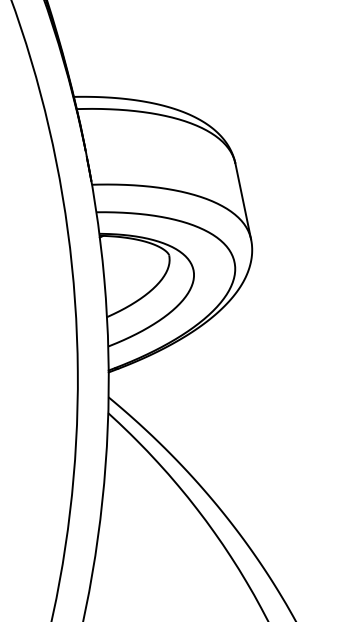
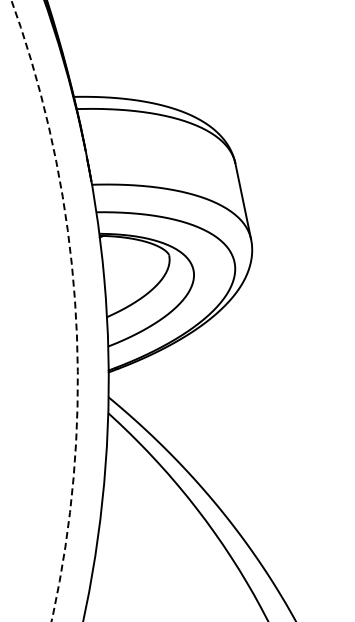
arc at (75, 306): solid -> dashed
